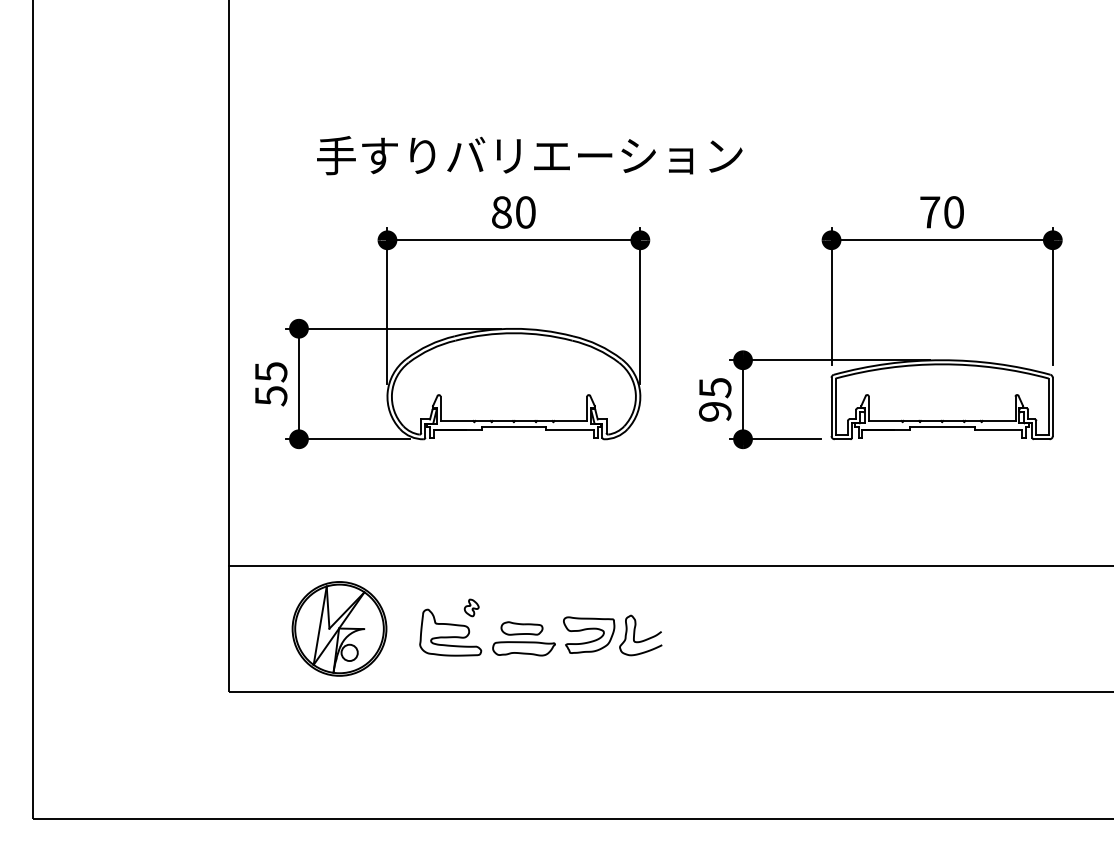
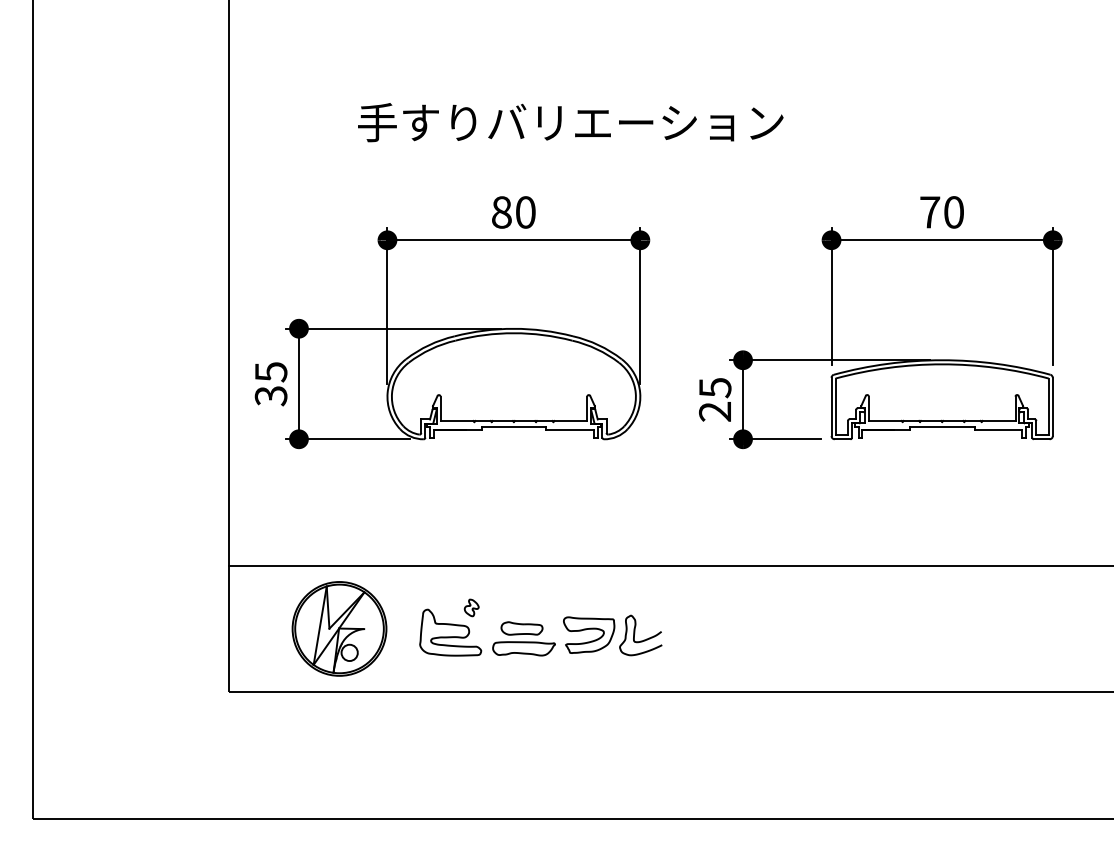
text at (529, 155) position: (529, 155) -> (570, 122)
text at (270, 396): 55 -> 35
text at (715, 411): 95 -> 25
